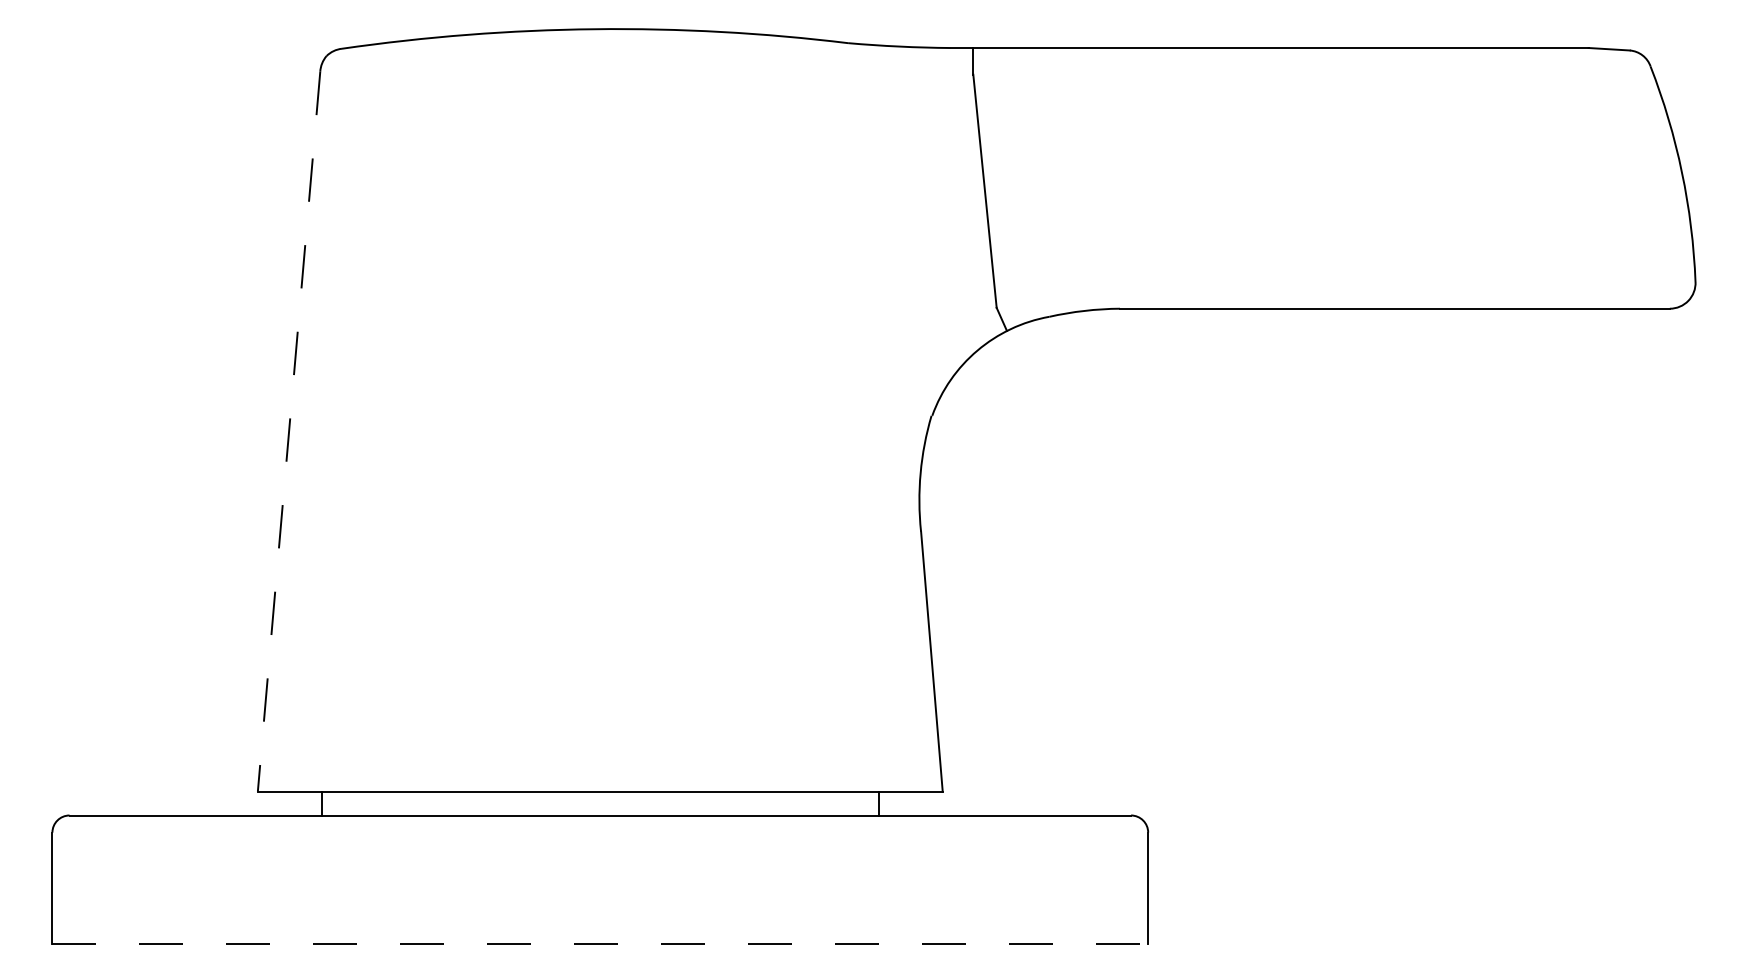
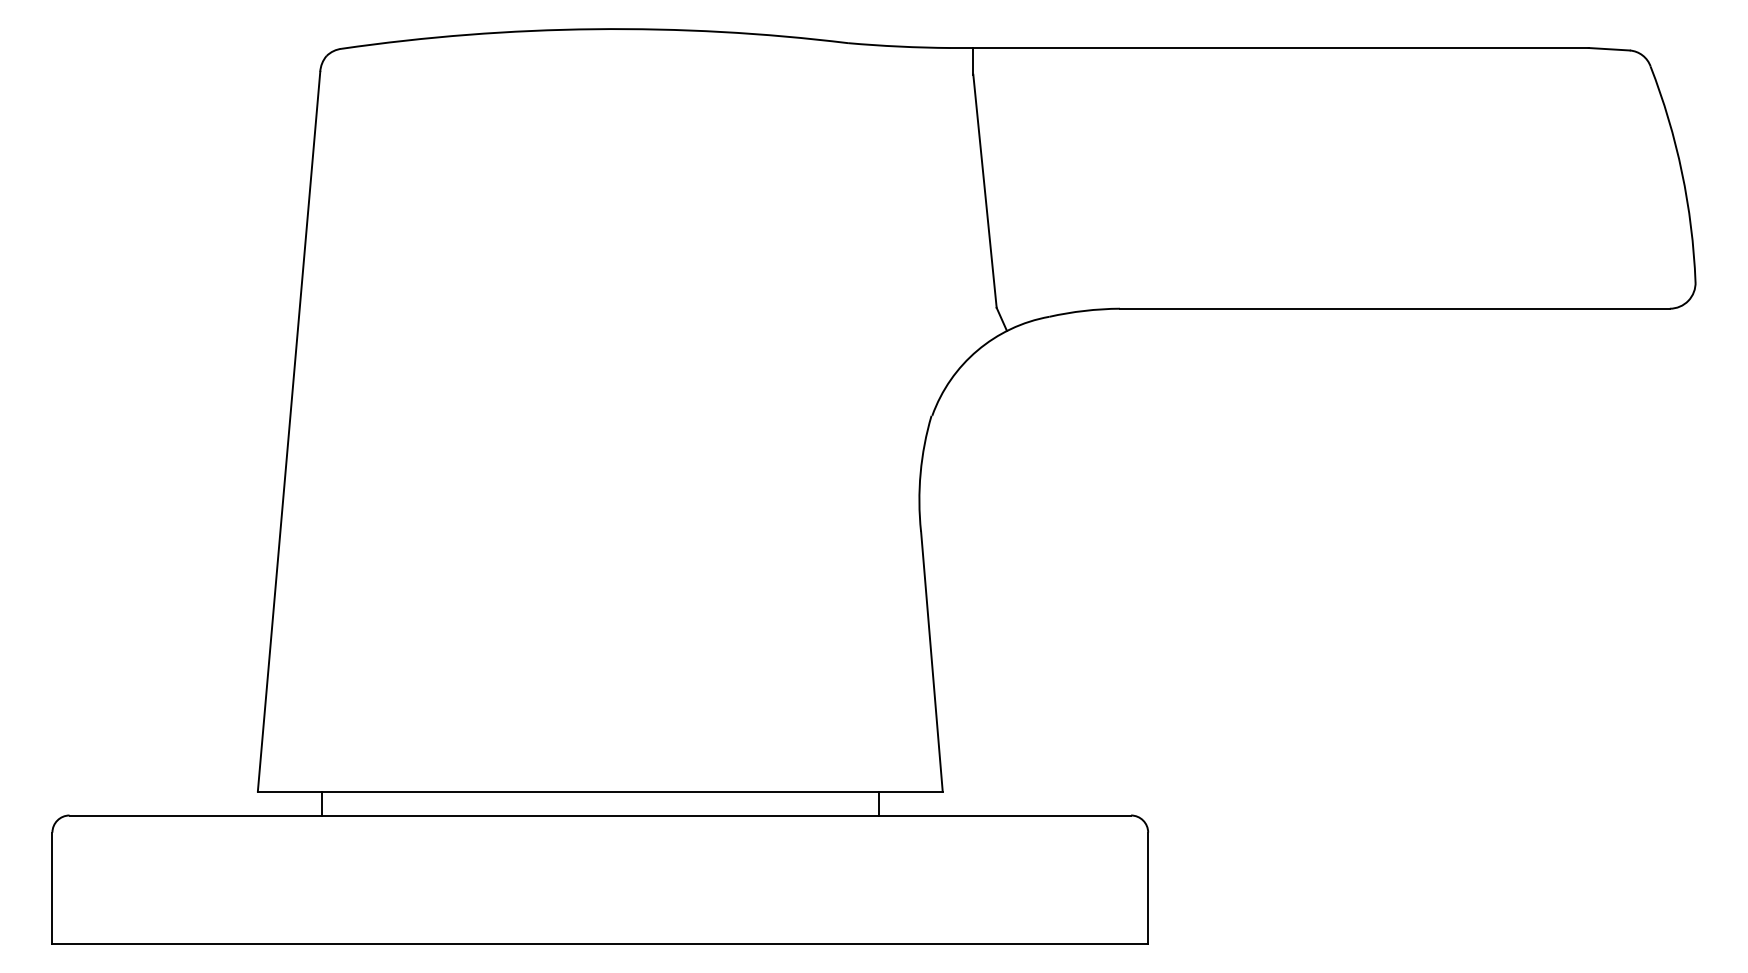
line at (289, 432): dashed -> solid
line at (600, 943): dashed -> solid
